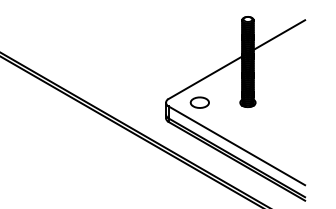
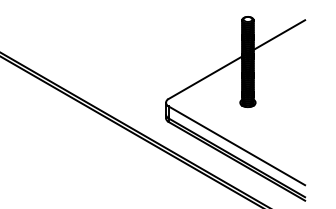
part at (199, 102): present -> none
